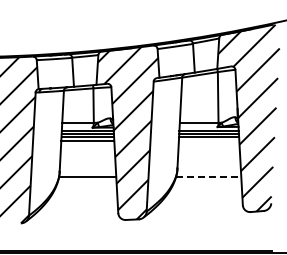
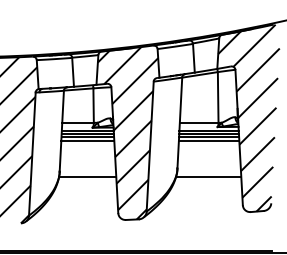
line at (208, 141): none -> present
line at (208, 176): dashed -> solid
